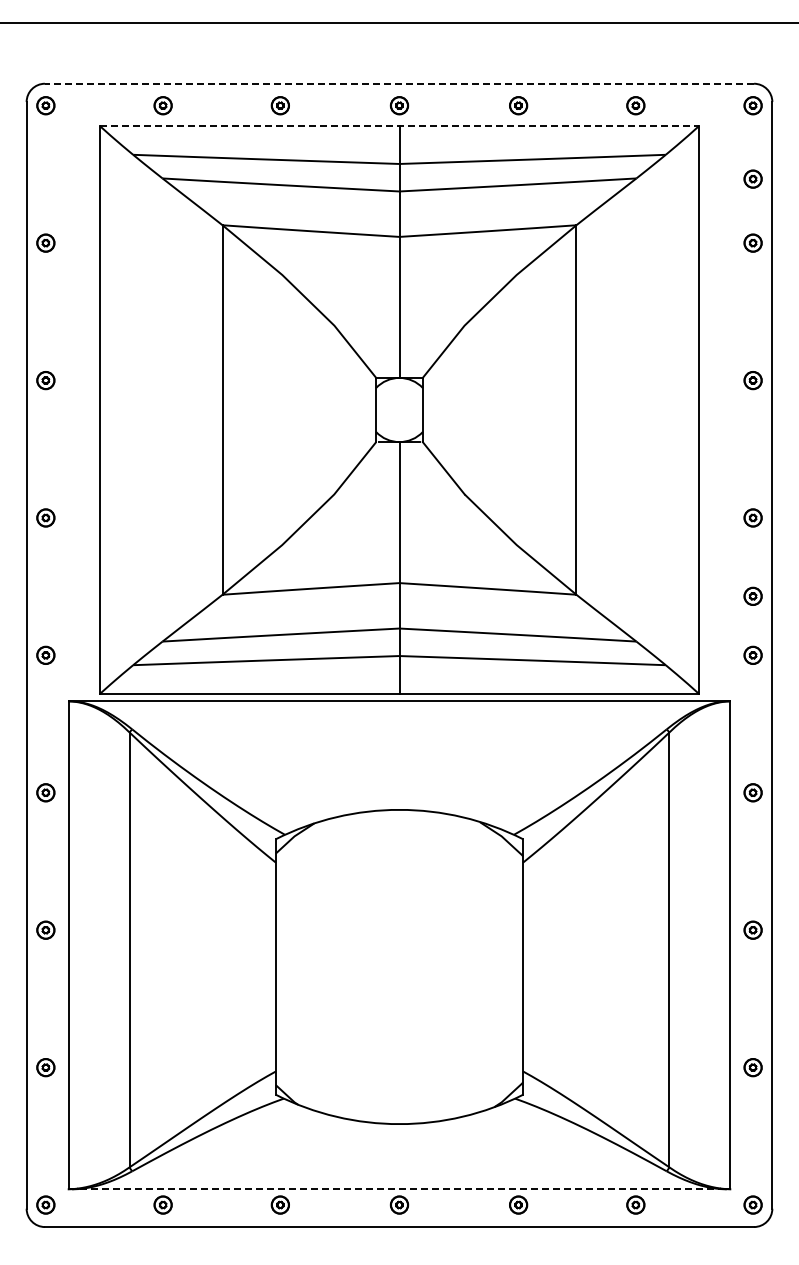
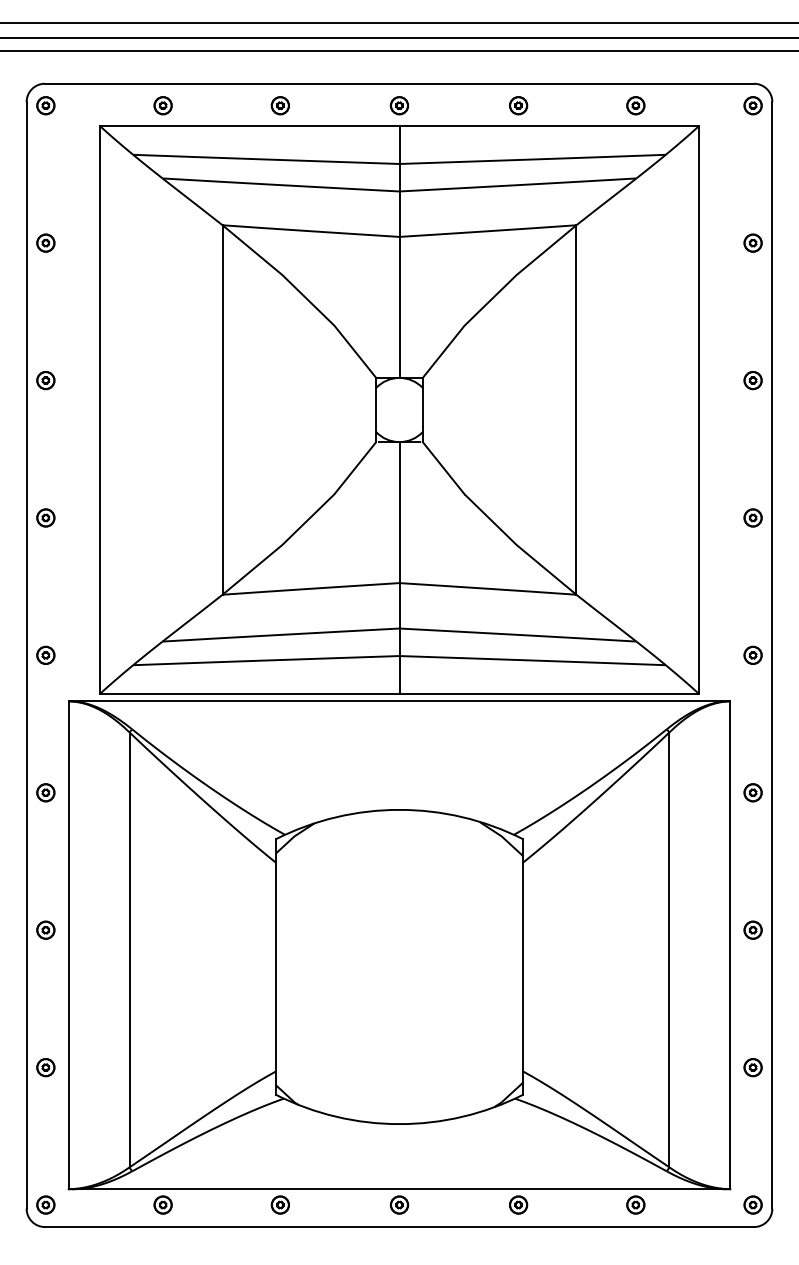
line at (398, 37): none -> present
line at (398, 50): none -> present
line at (399, 83): dashed -> solid
line at (399, 126): dashed -> solid
part at (752, 178): present -> none
part at (752, 595): present -> none
line at (399, 1189): dashed -> solid
